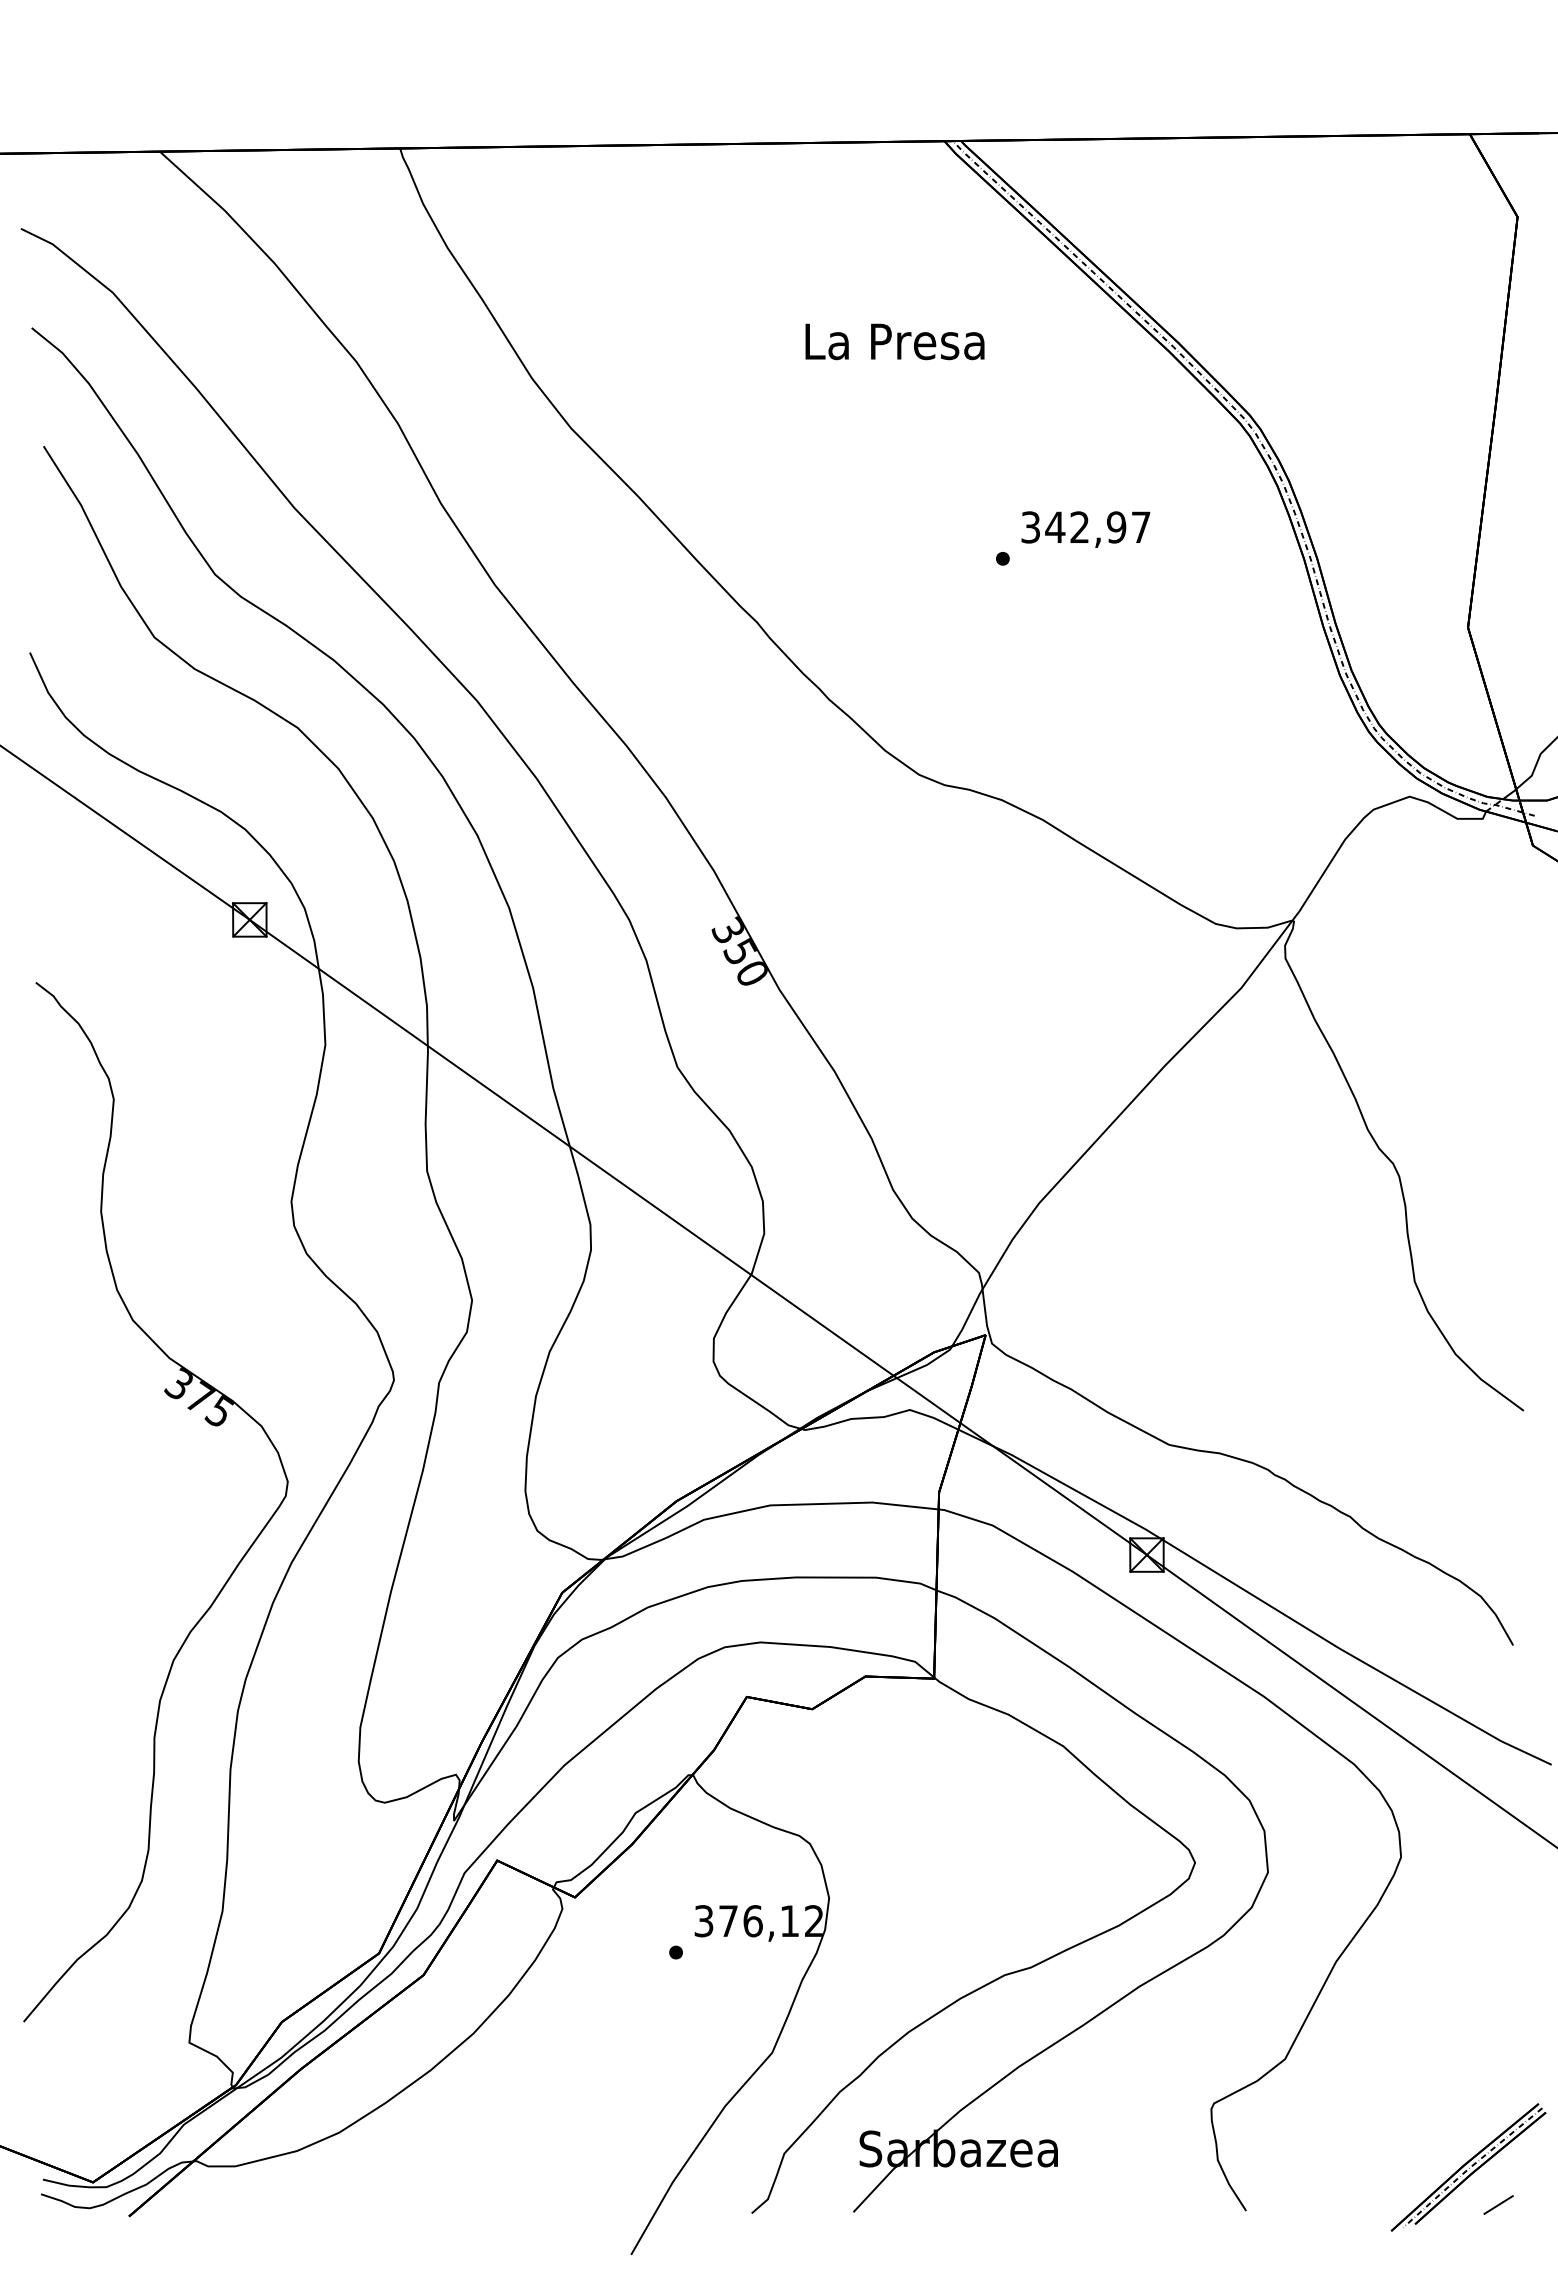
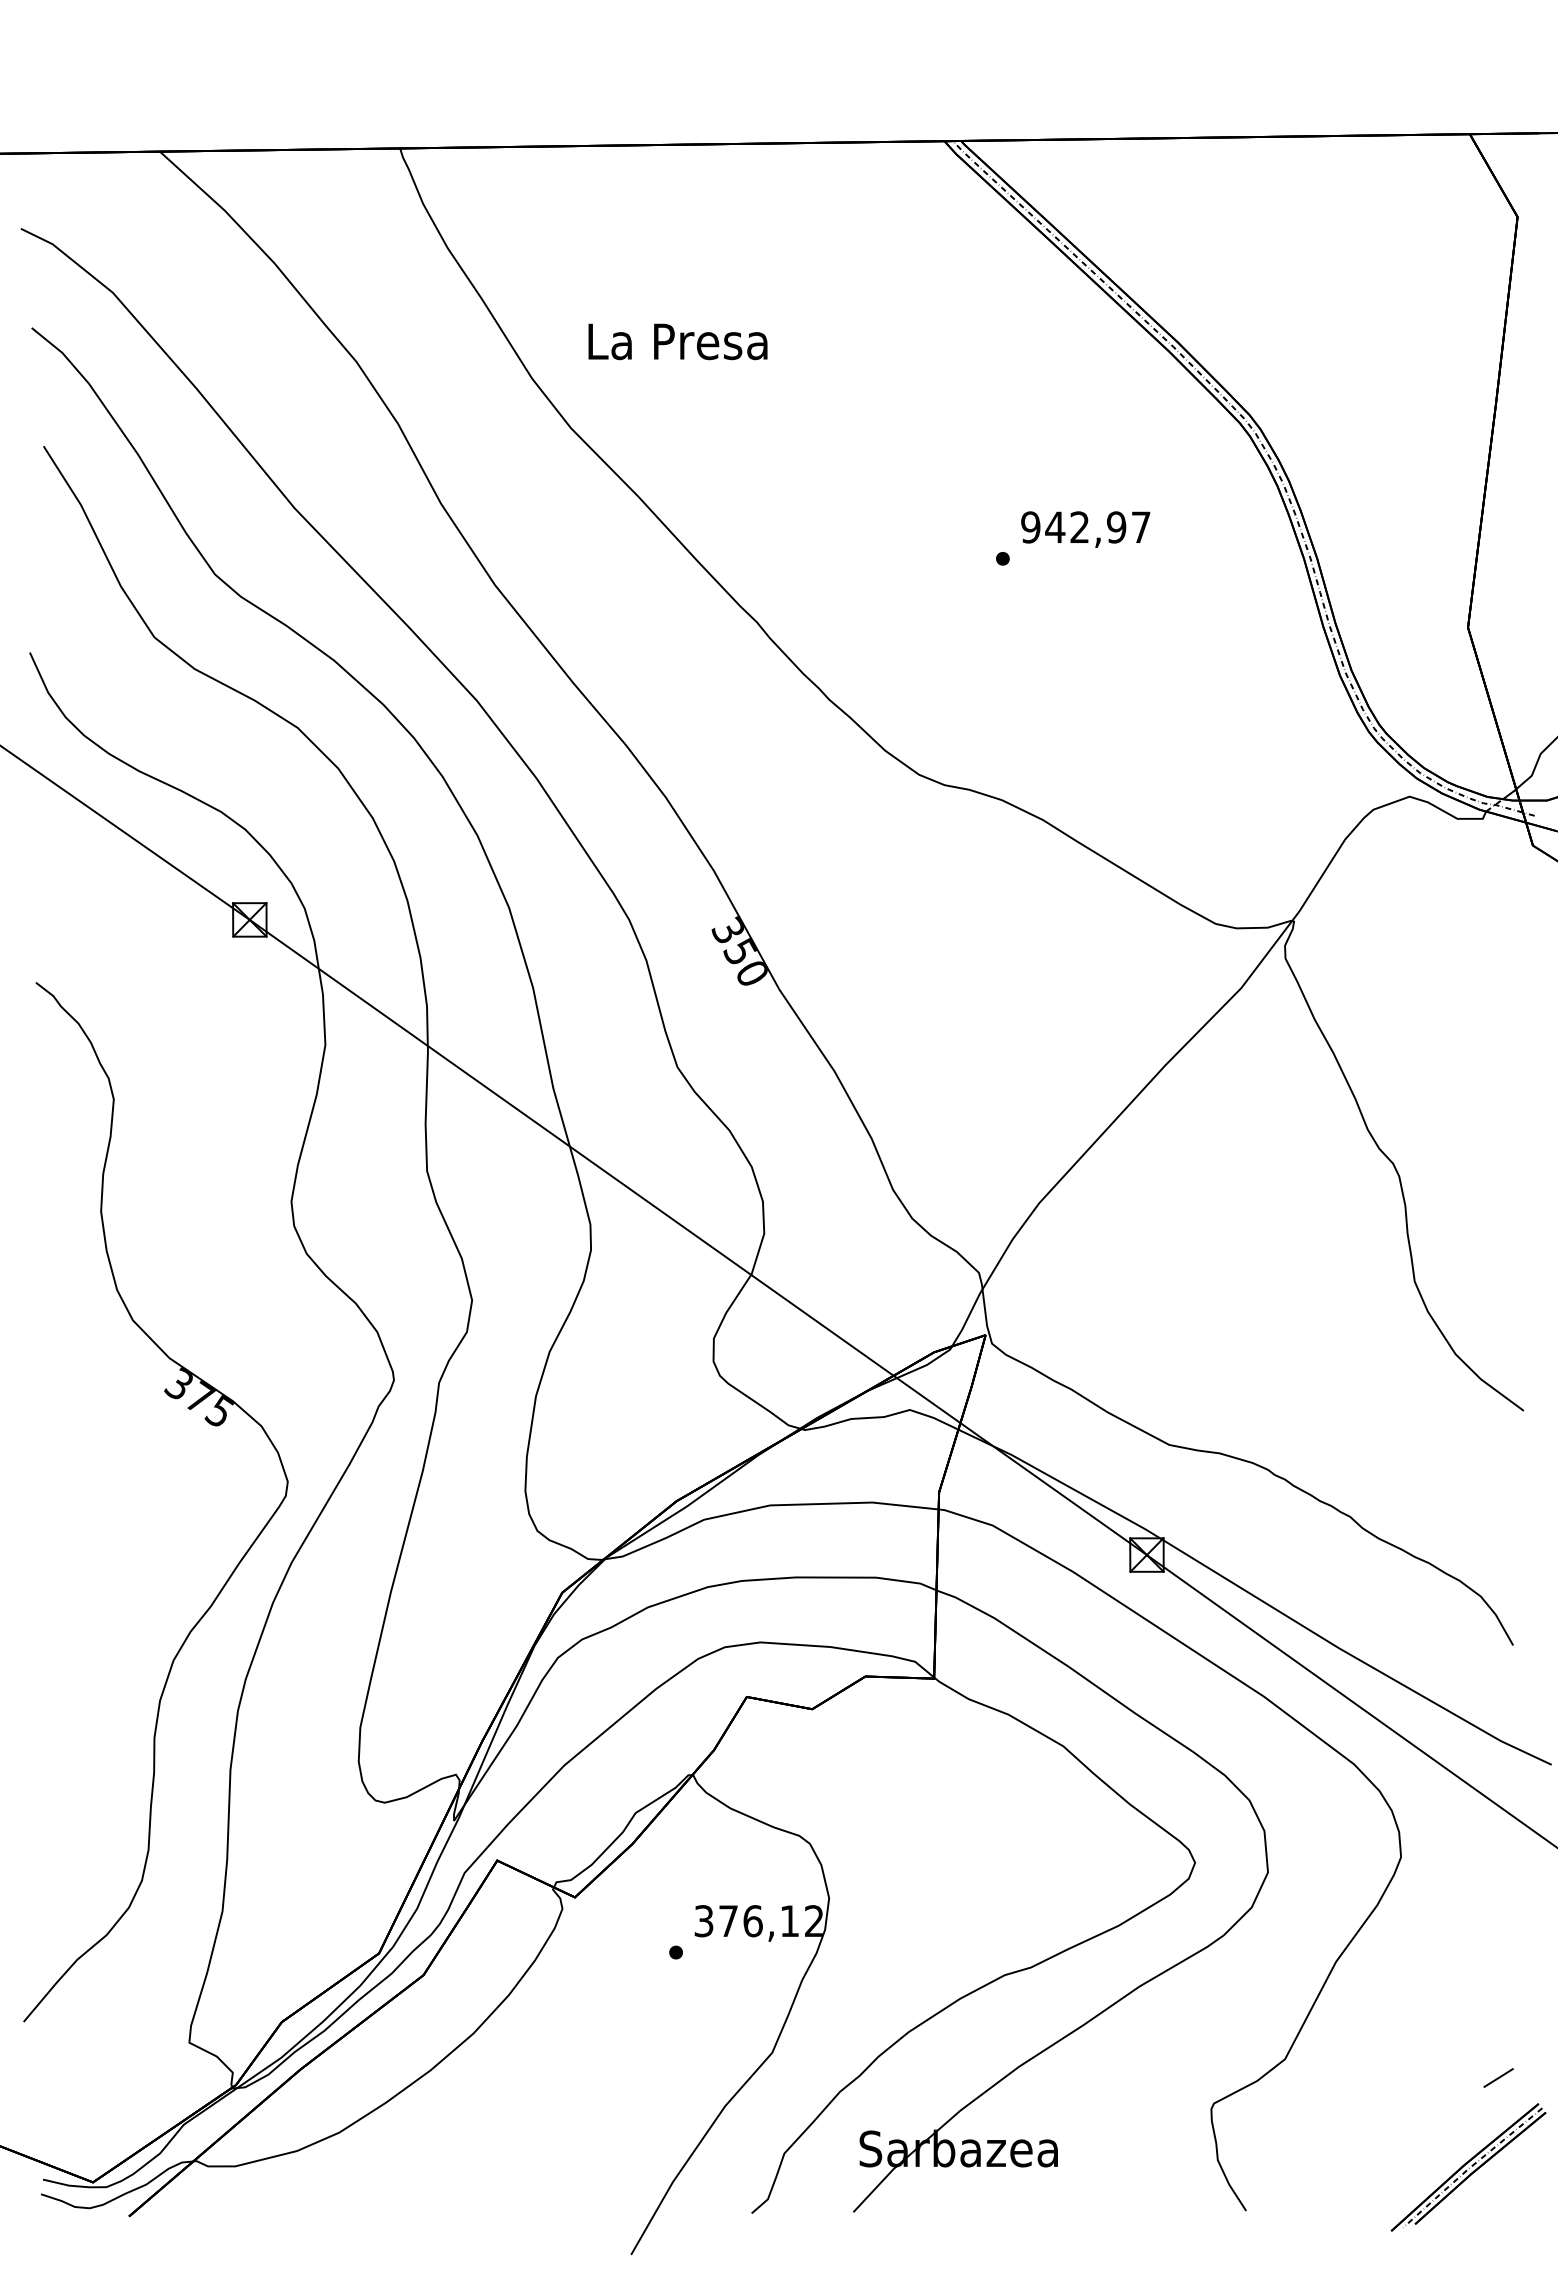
text at (894, 341) position: (894, 341) -> (677, 341)
text at (1030, 527): 342,97 -> 942,97
line at (1498, 2204) position: (1498, 2204) -> (1498, 2077)
